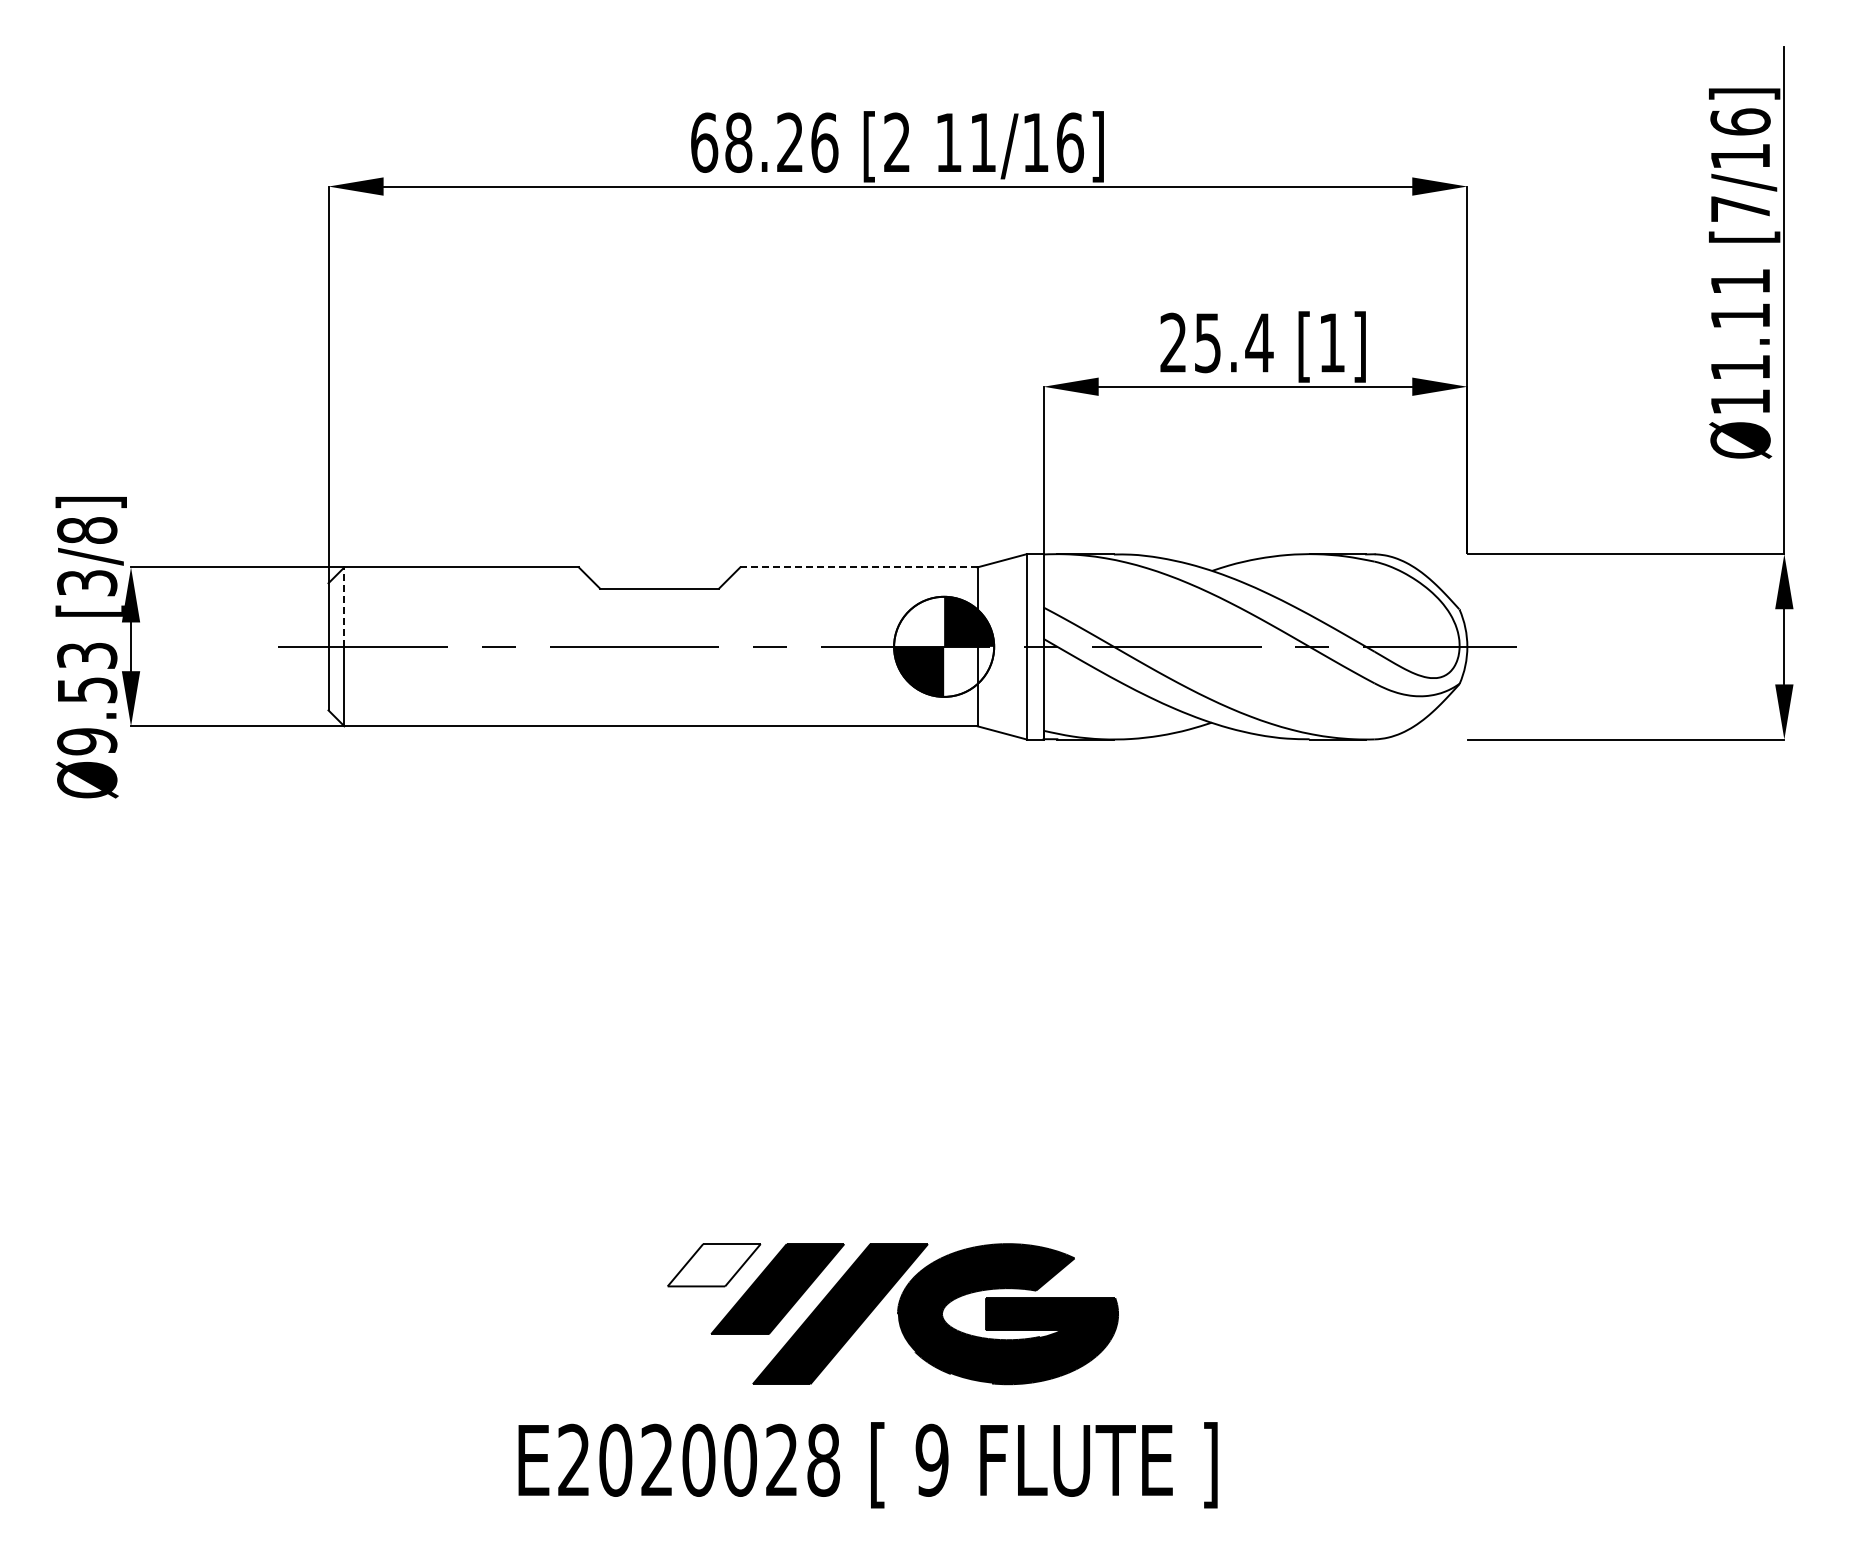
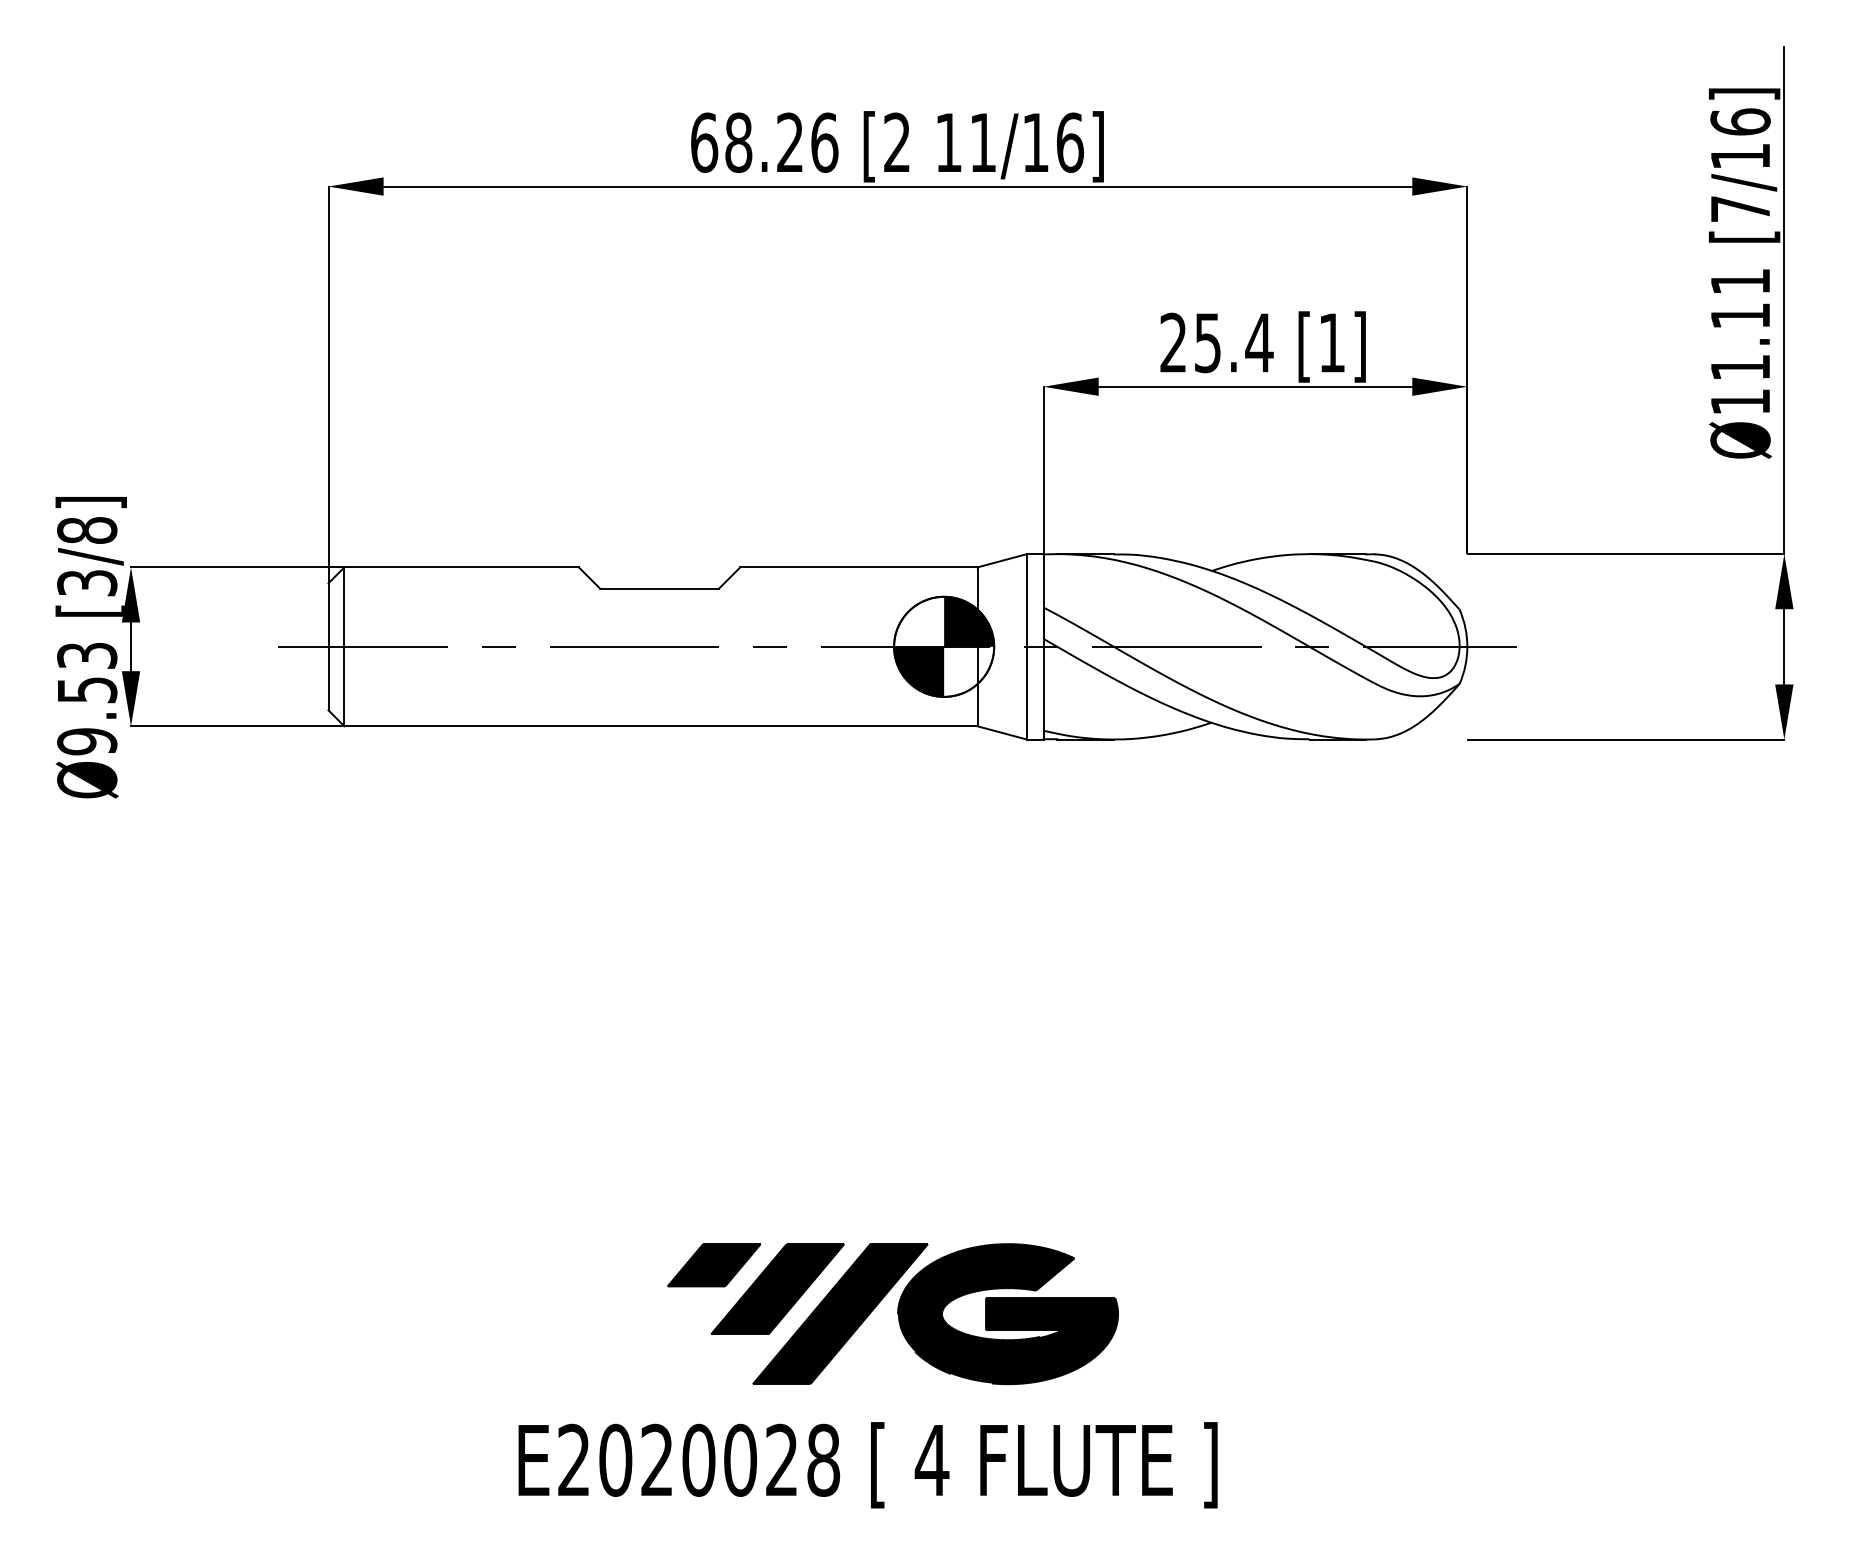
line at (858, 567): dashed -> solid
line at (344, 607): dashed -> solid
fill at (713, 1265): none -> present
text at (931, 1459): 9 -> 4
